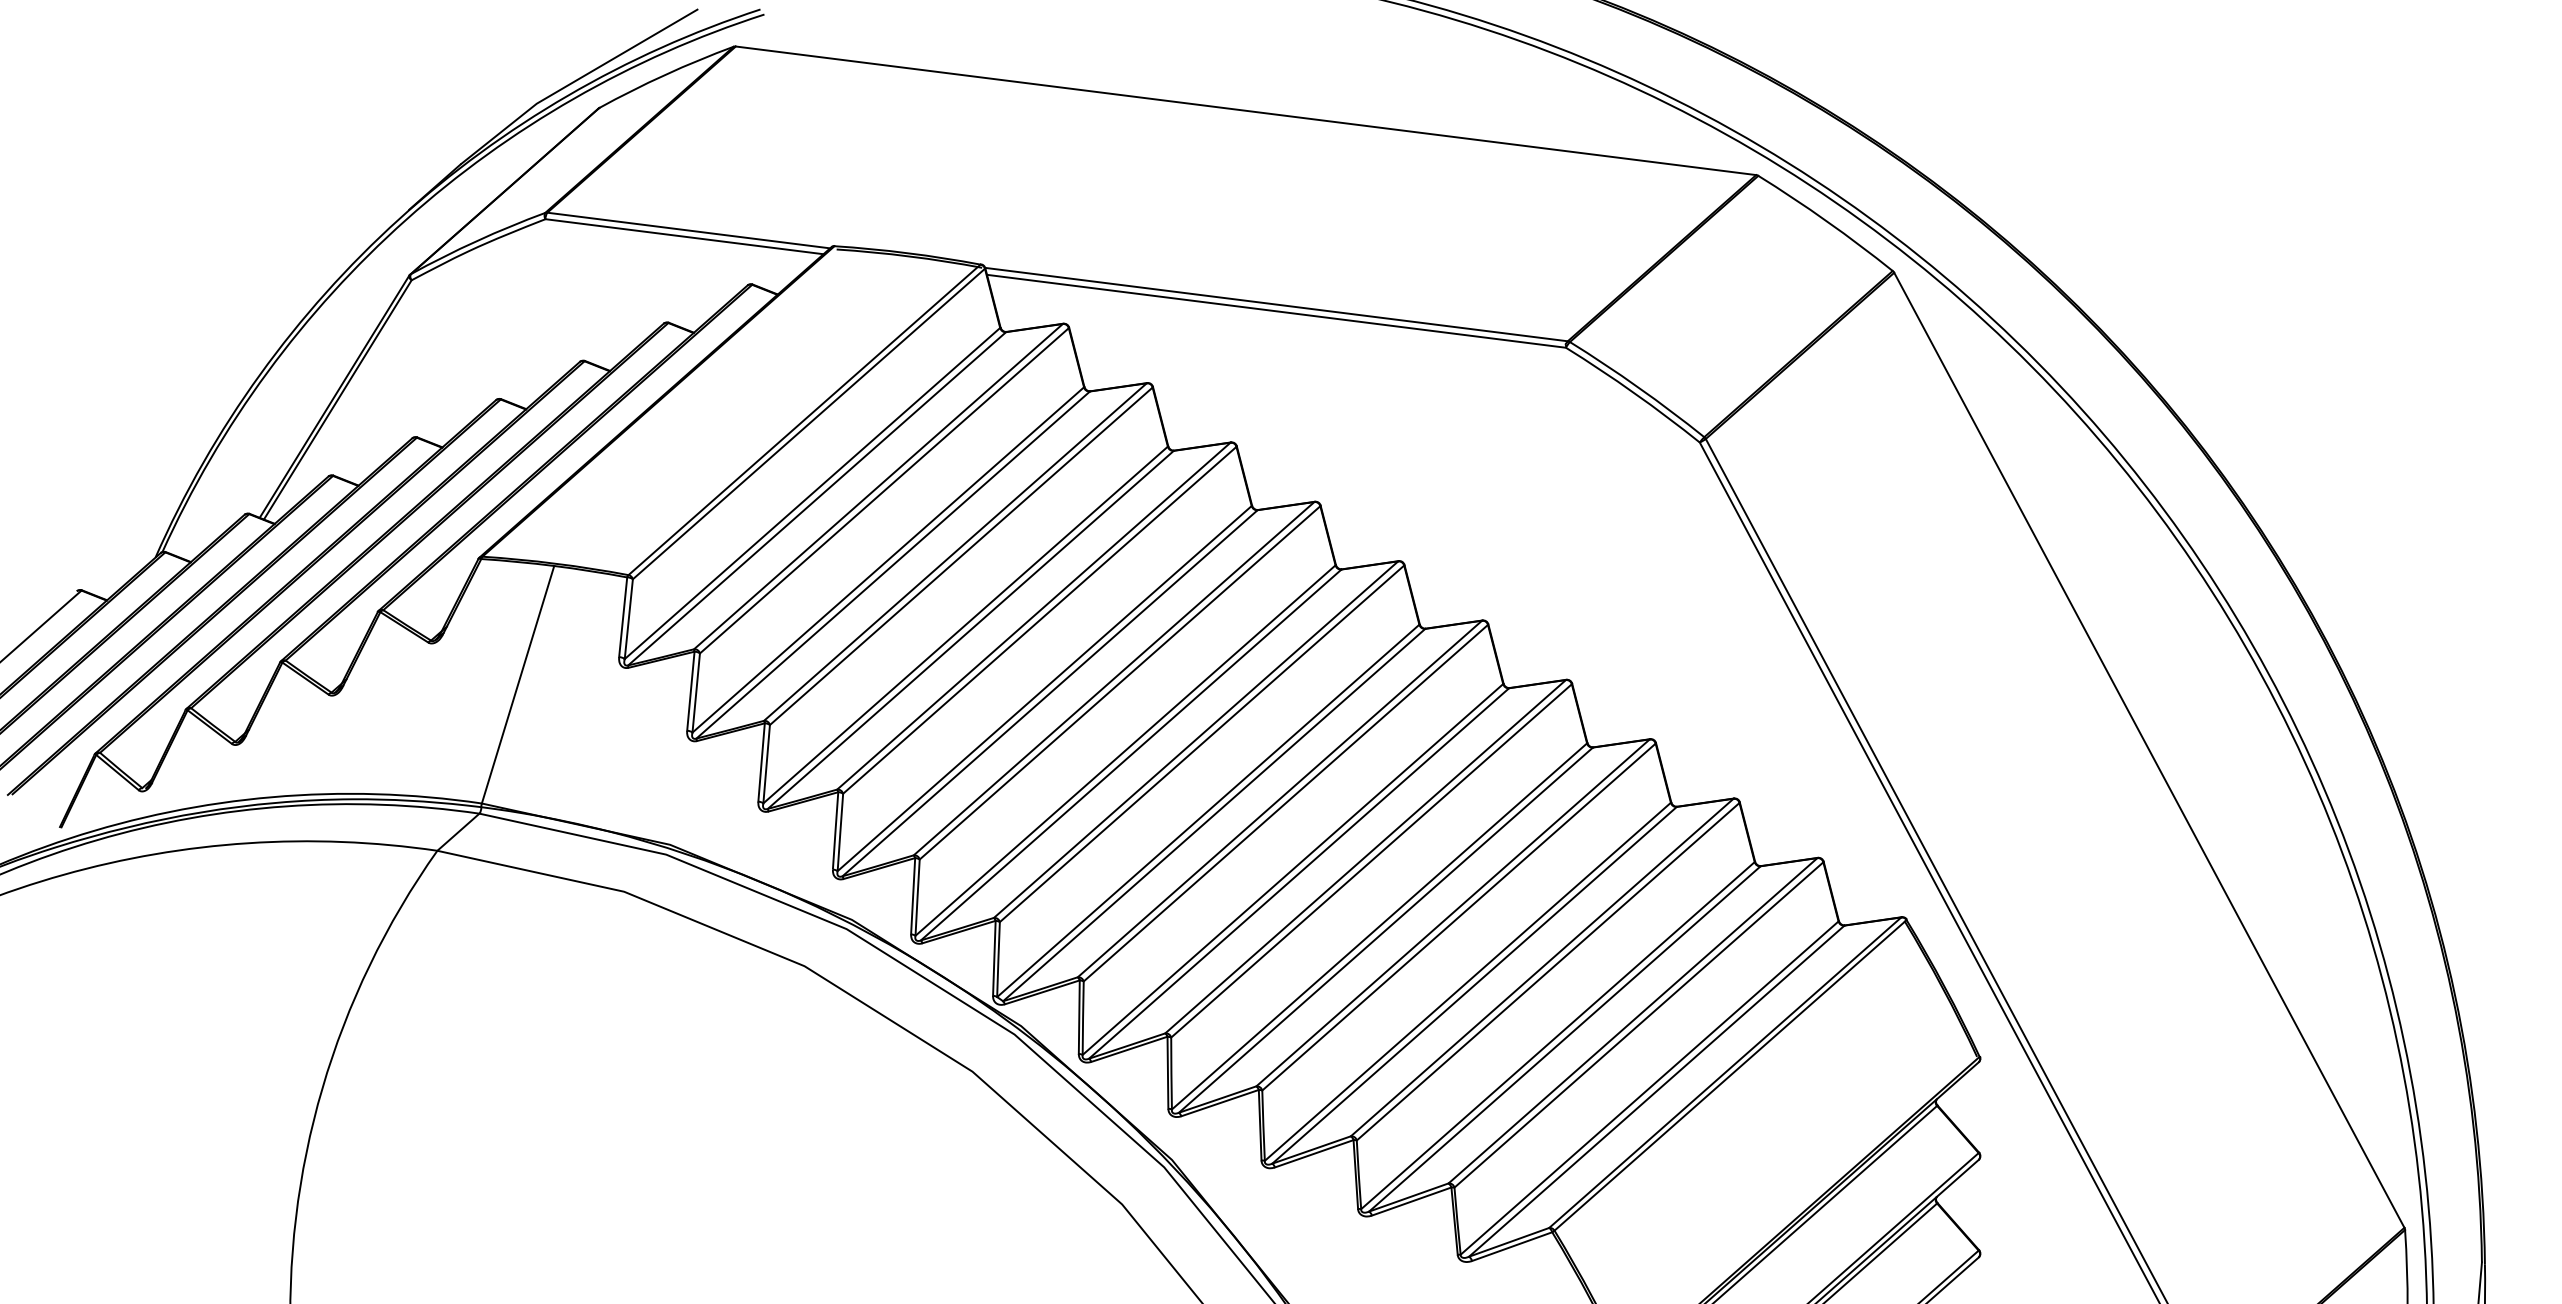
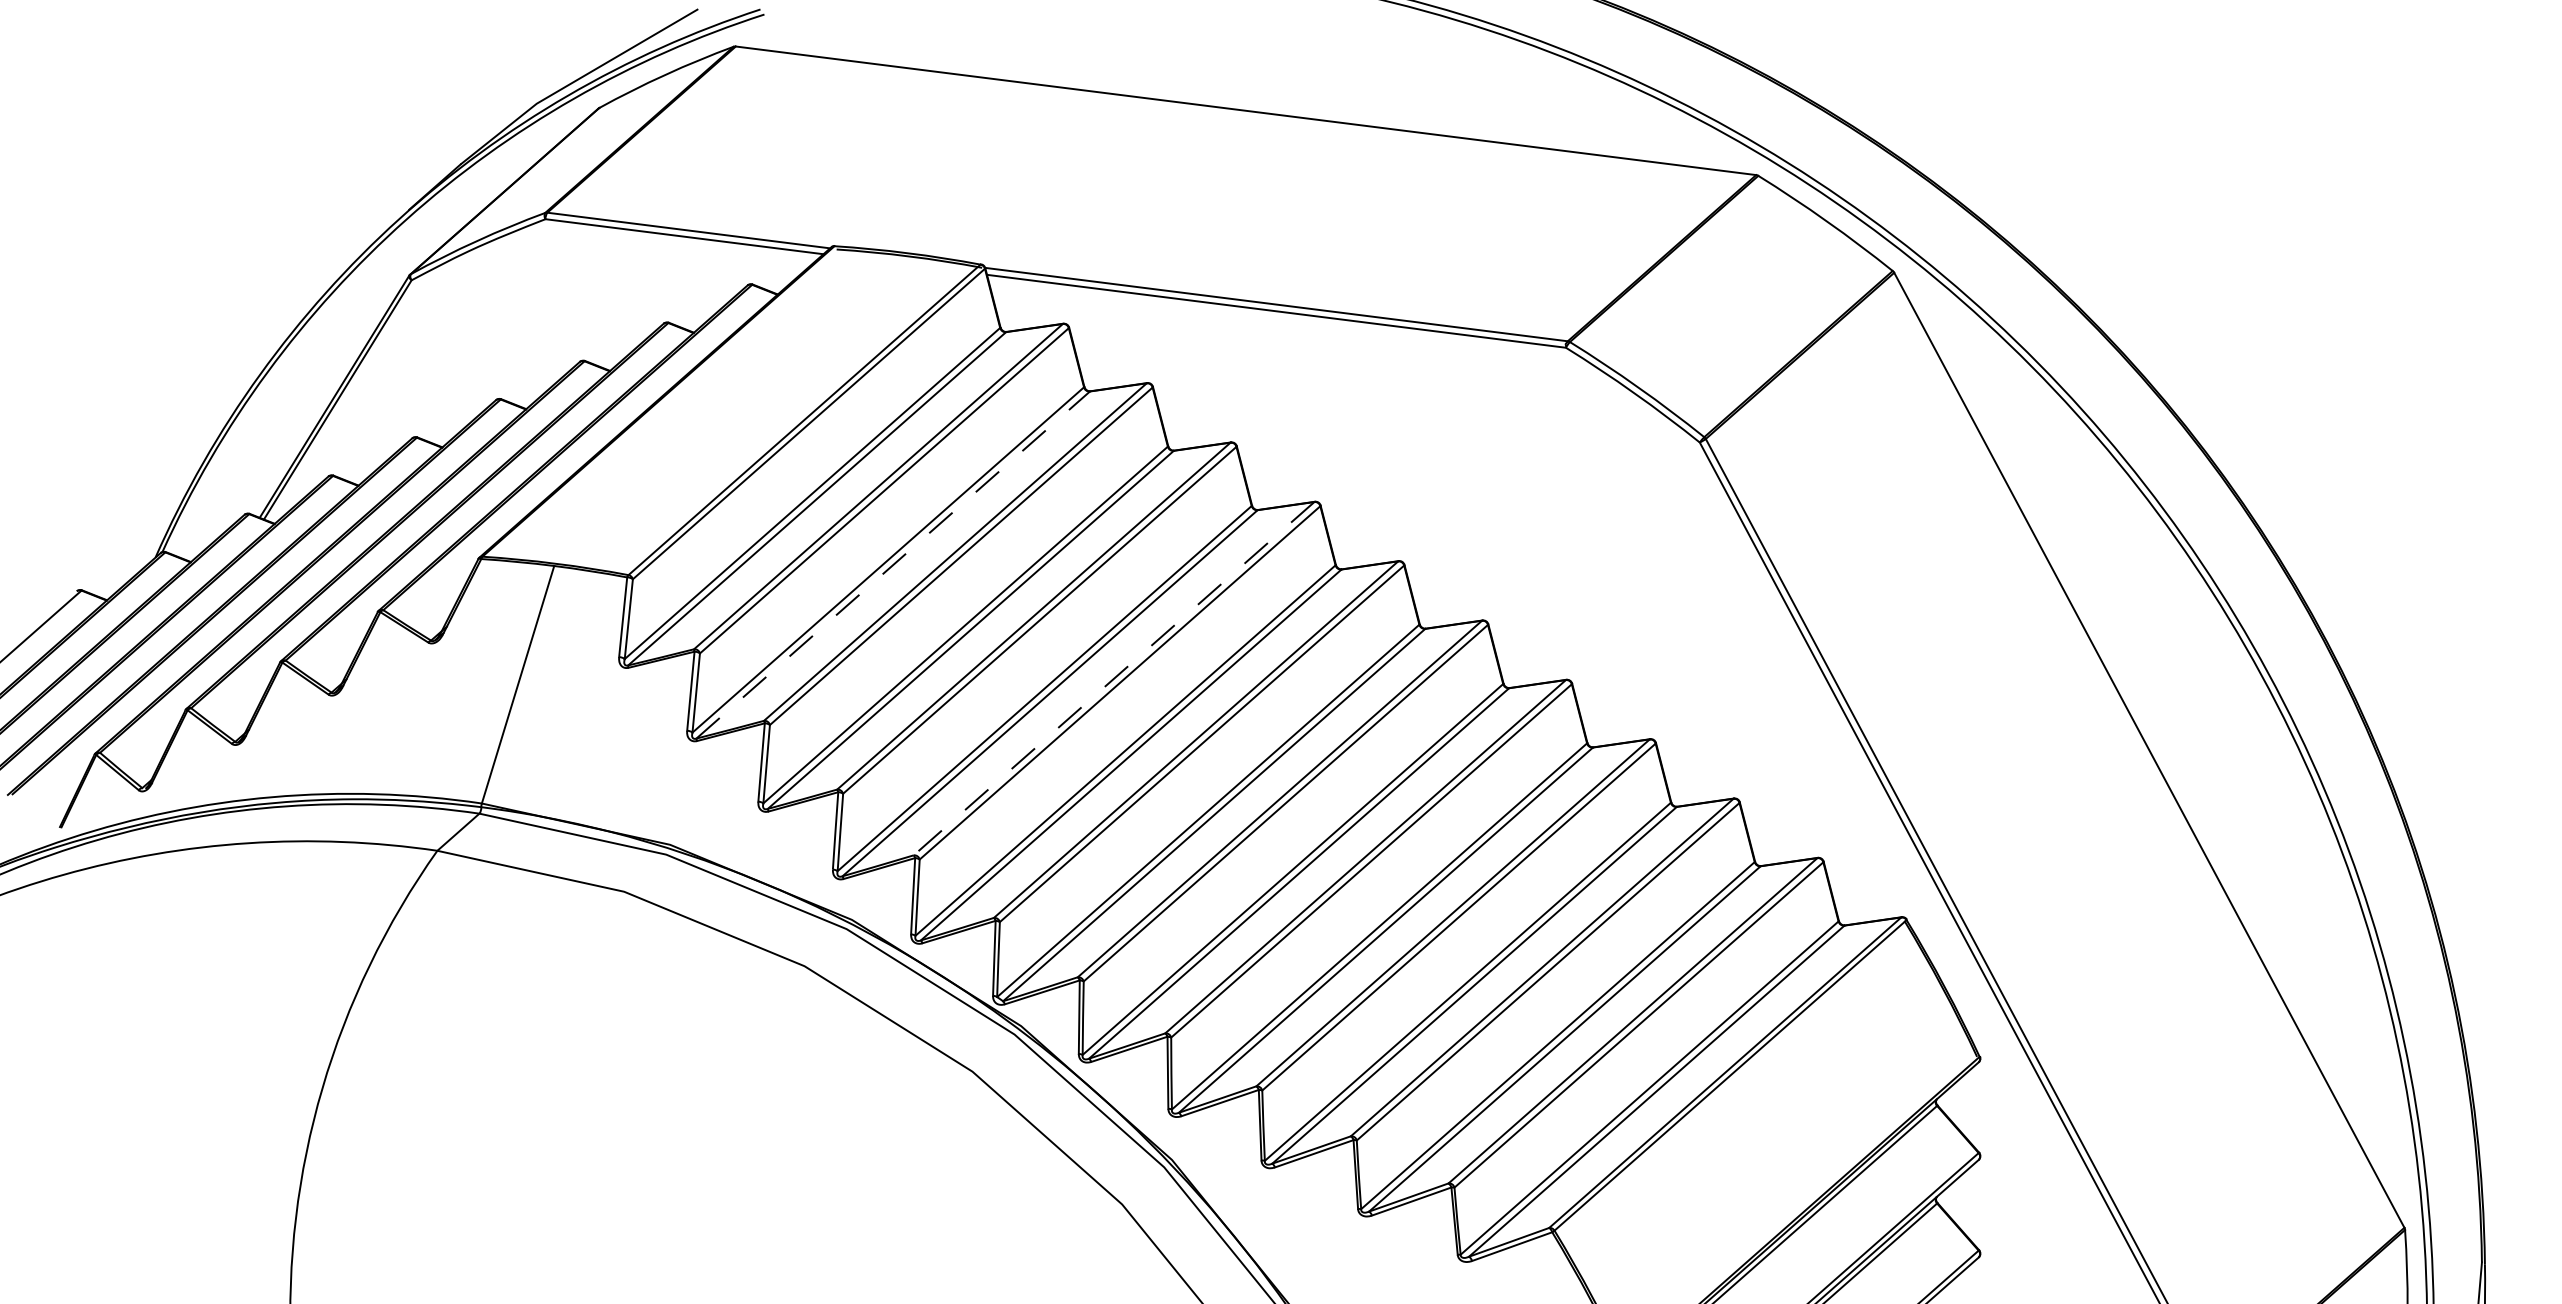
line at (893, 564): solid -> dashed
line at (1113, 679): solid -> dashed
